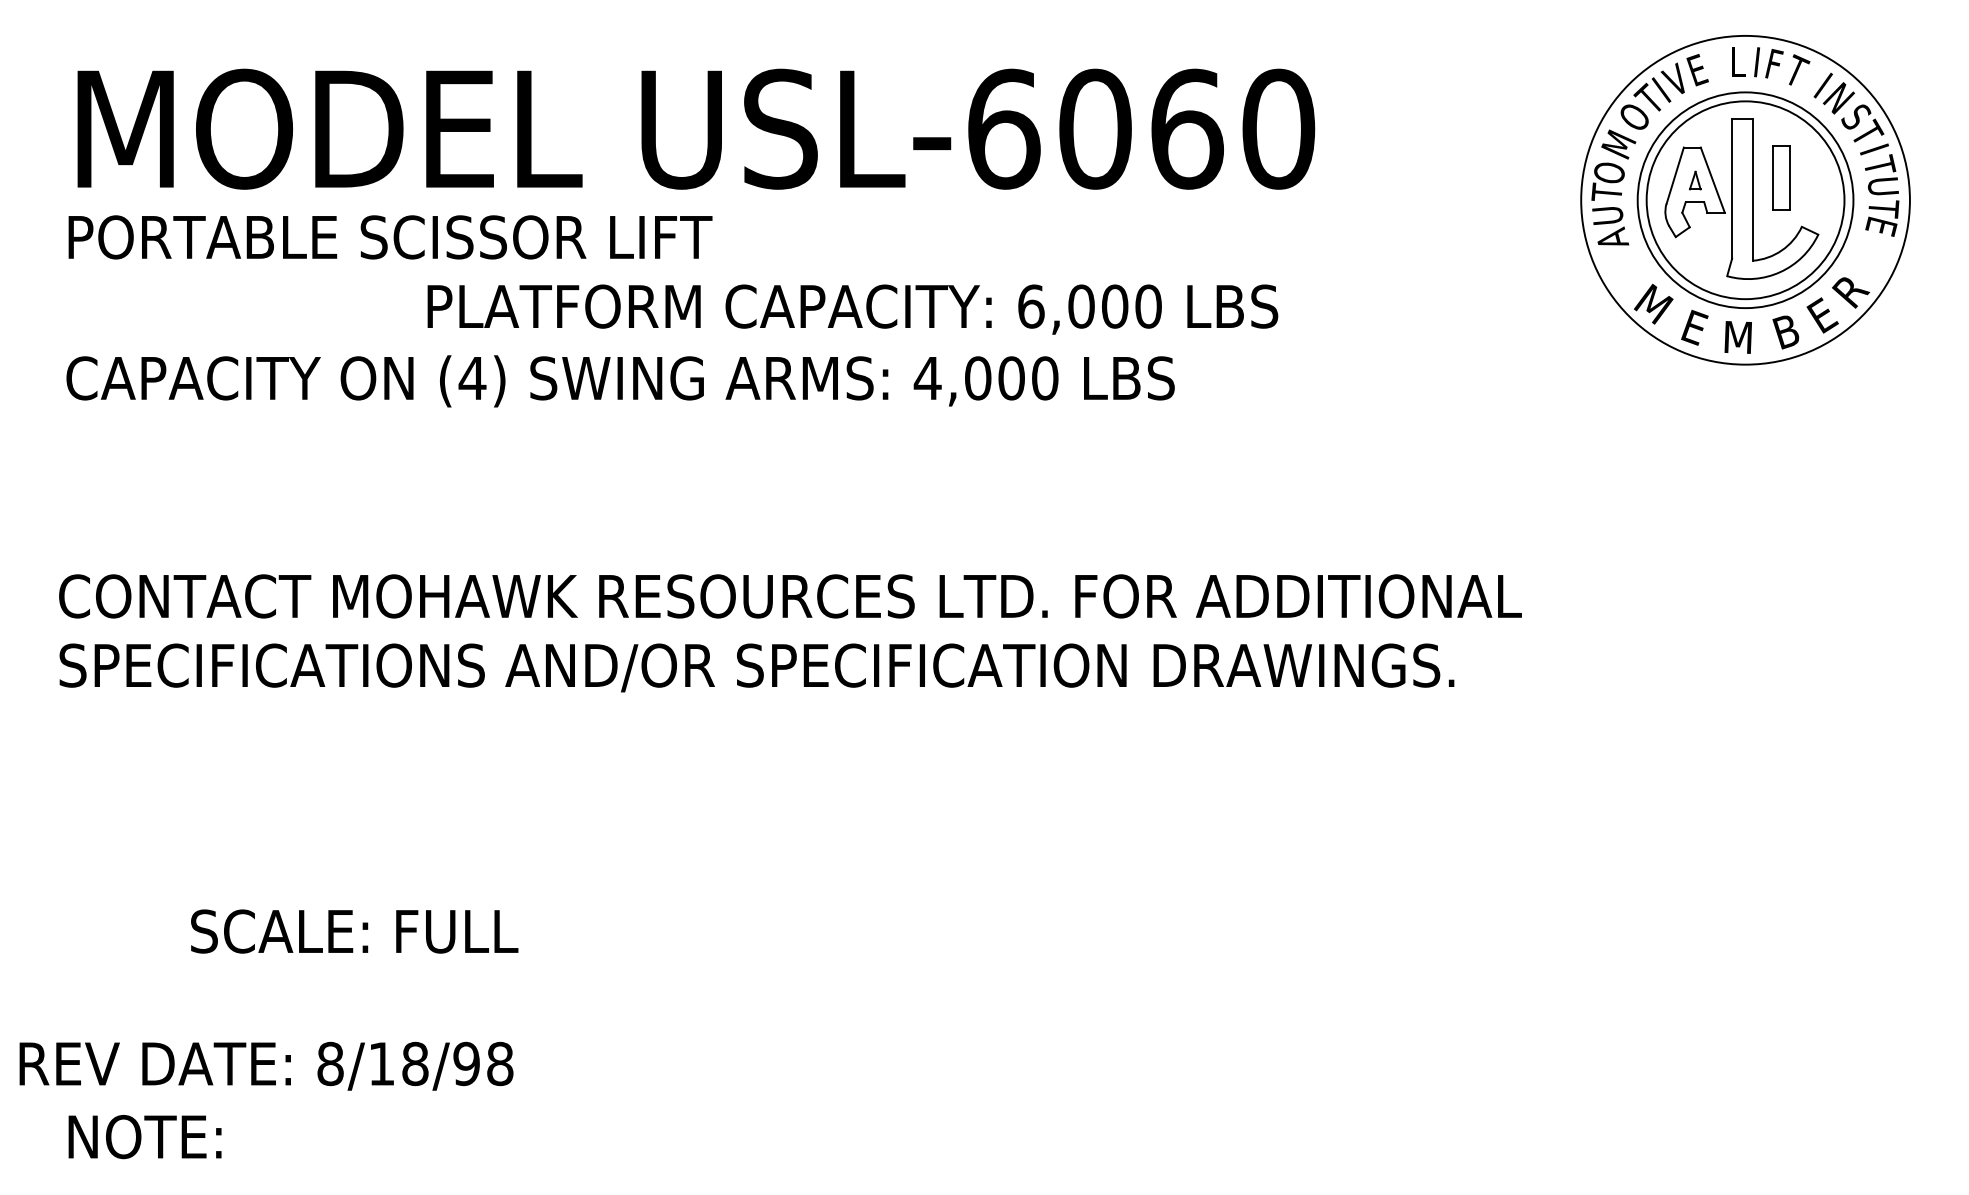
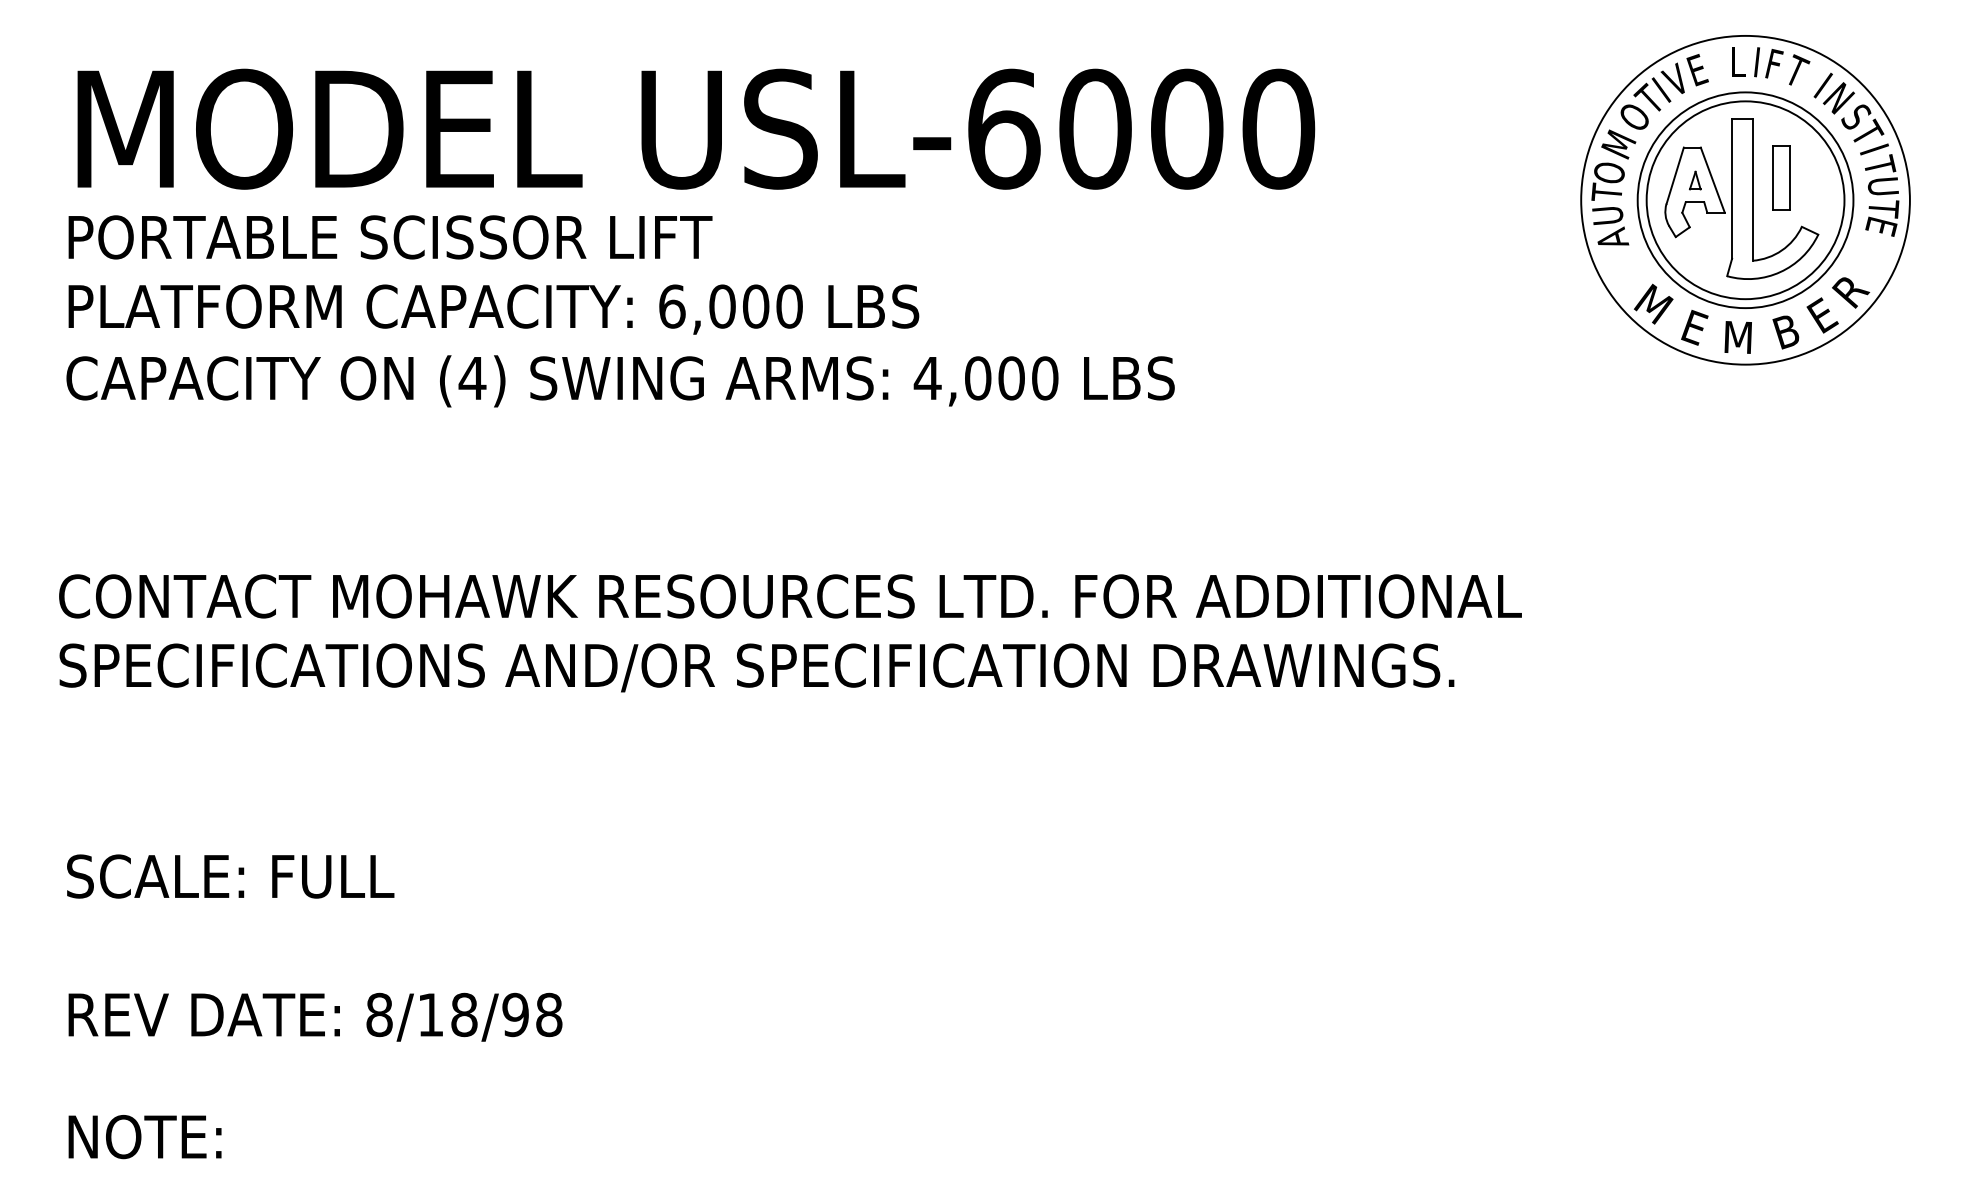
text at (1187, 128): USL-6060 -> USL-6000
text at (852, 309) position: (852, 309) -> (493, 309)
text at (354, 931) position: (354, 931) -> (230, 876)
text at (266, 1065) position: (266, 1065) -> (315, 1016)
